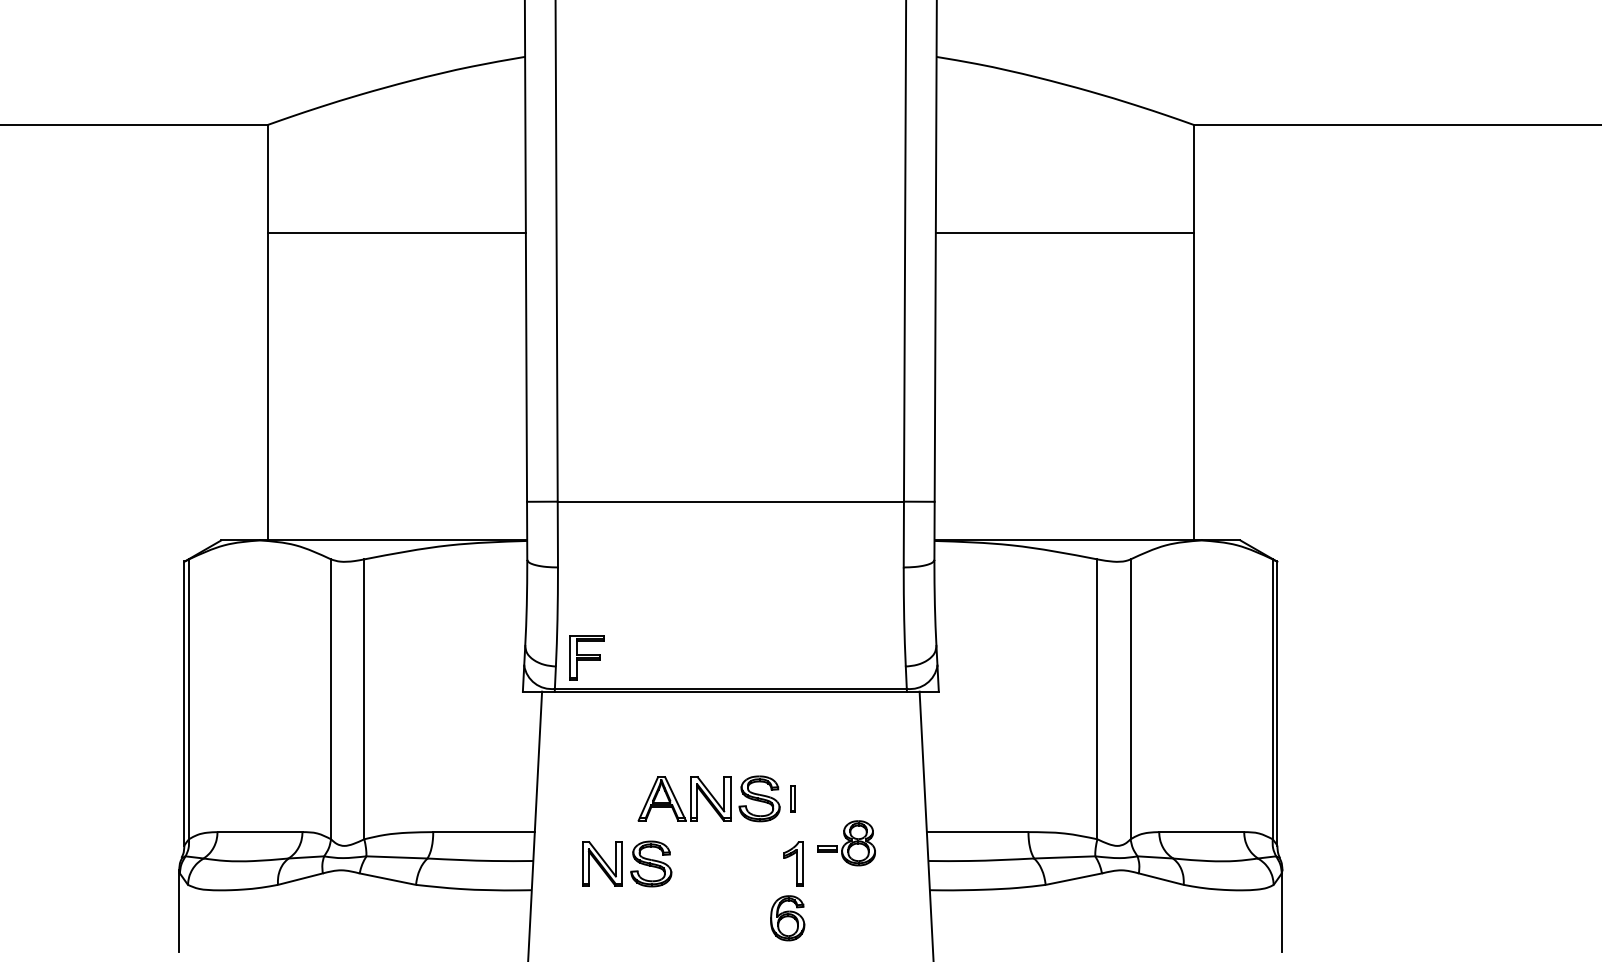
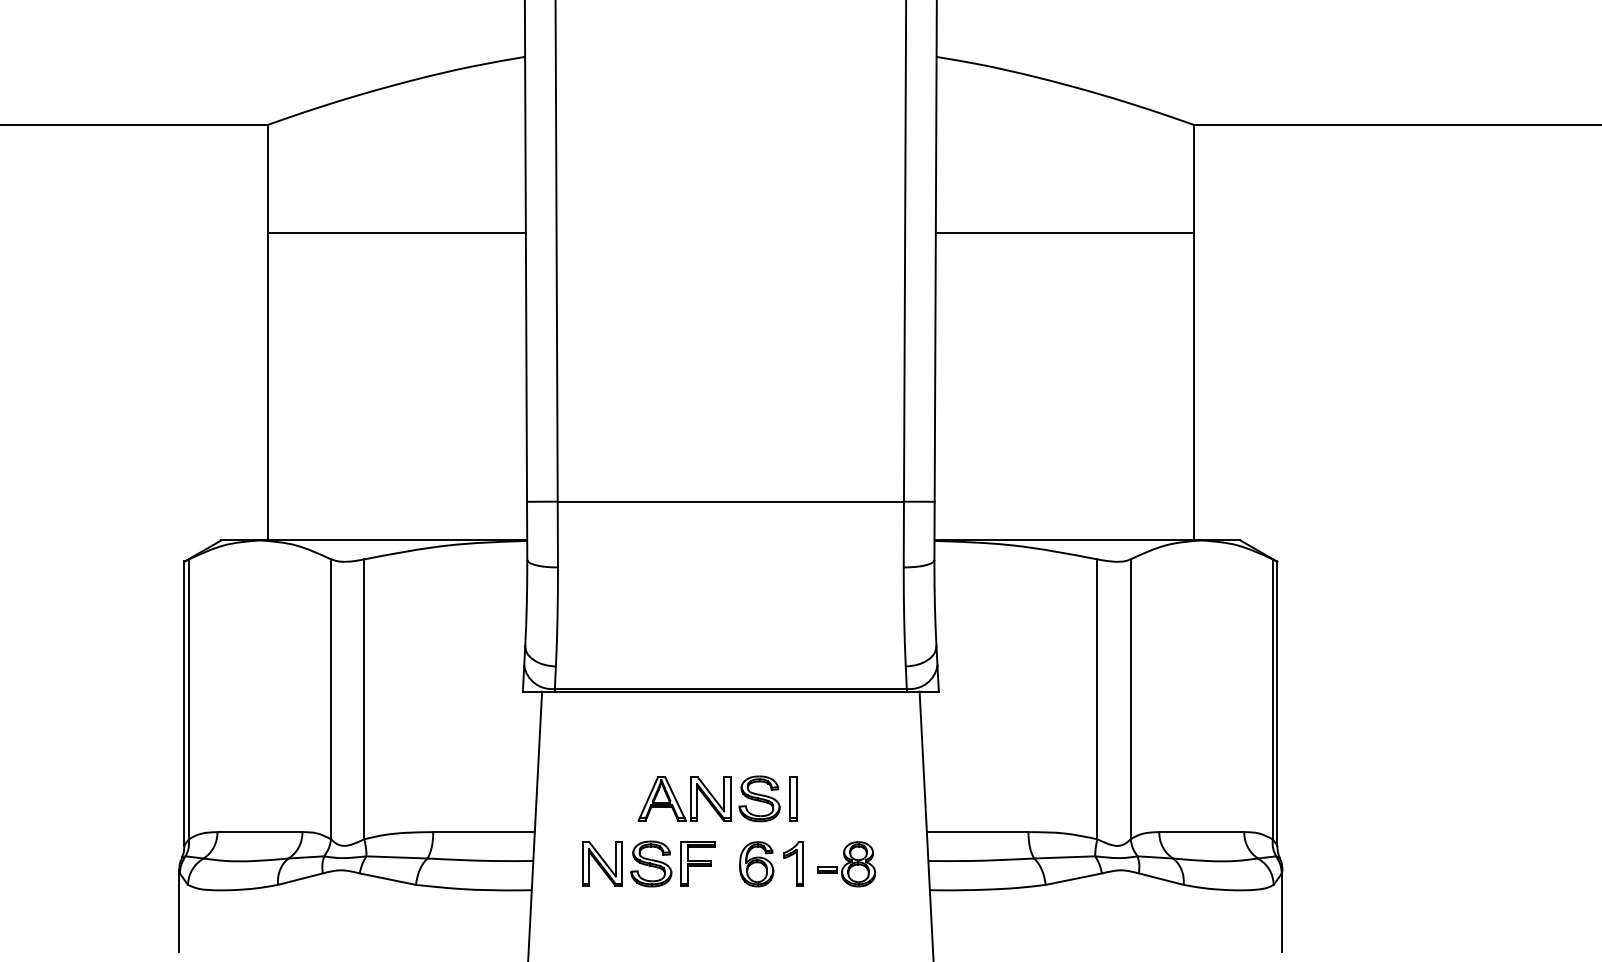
part at (586, 657) position: (586, 657) -> (697, 863)
part at (792, 798) size: 6x28 px -> 9x46 px
part at (846, 843) position: (846, 843) -> (846, 864)
part at (787, 918) position: (787, 918) -> (756, 864)
